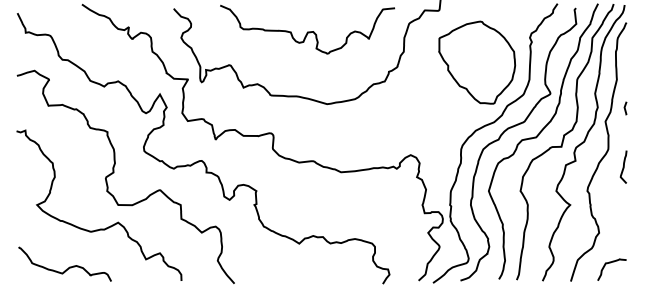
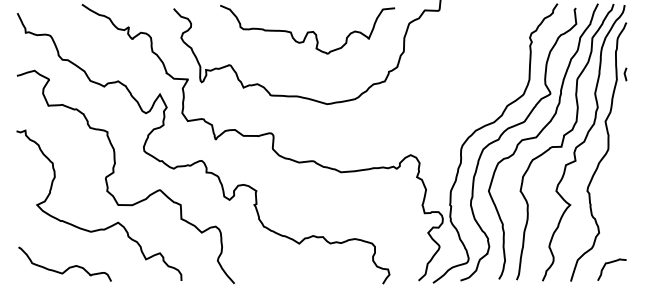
part at (477, 62): present -> none
line at (625, 108) position: (625, 108) -> (625, 74)
curve at (623, 166): present -> none
